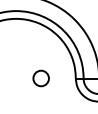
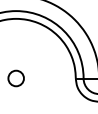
circle at (40, 78) position: (40, 78) -> (15, 78)
